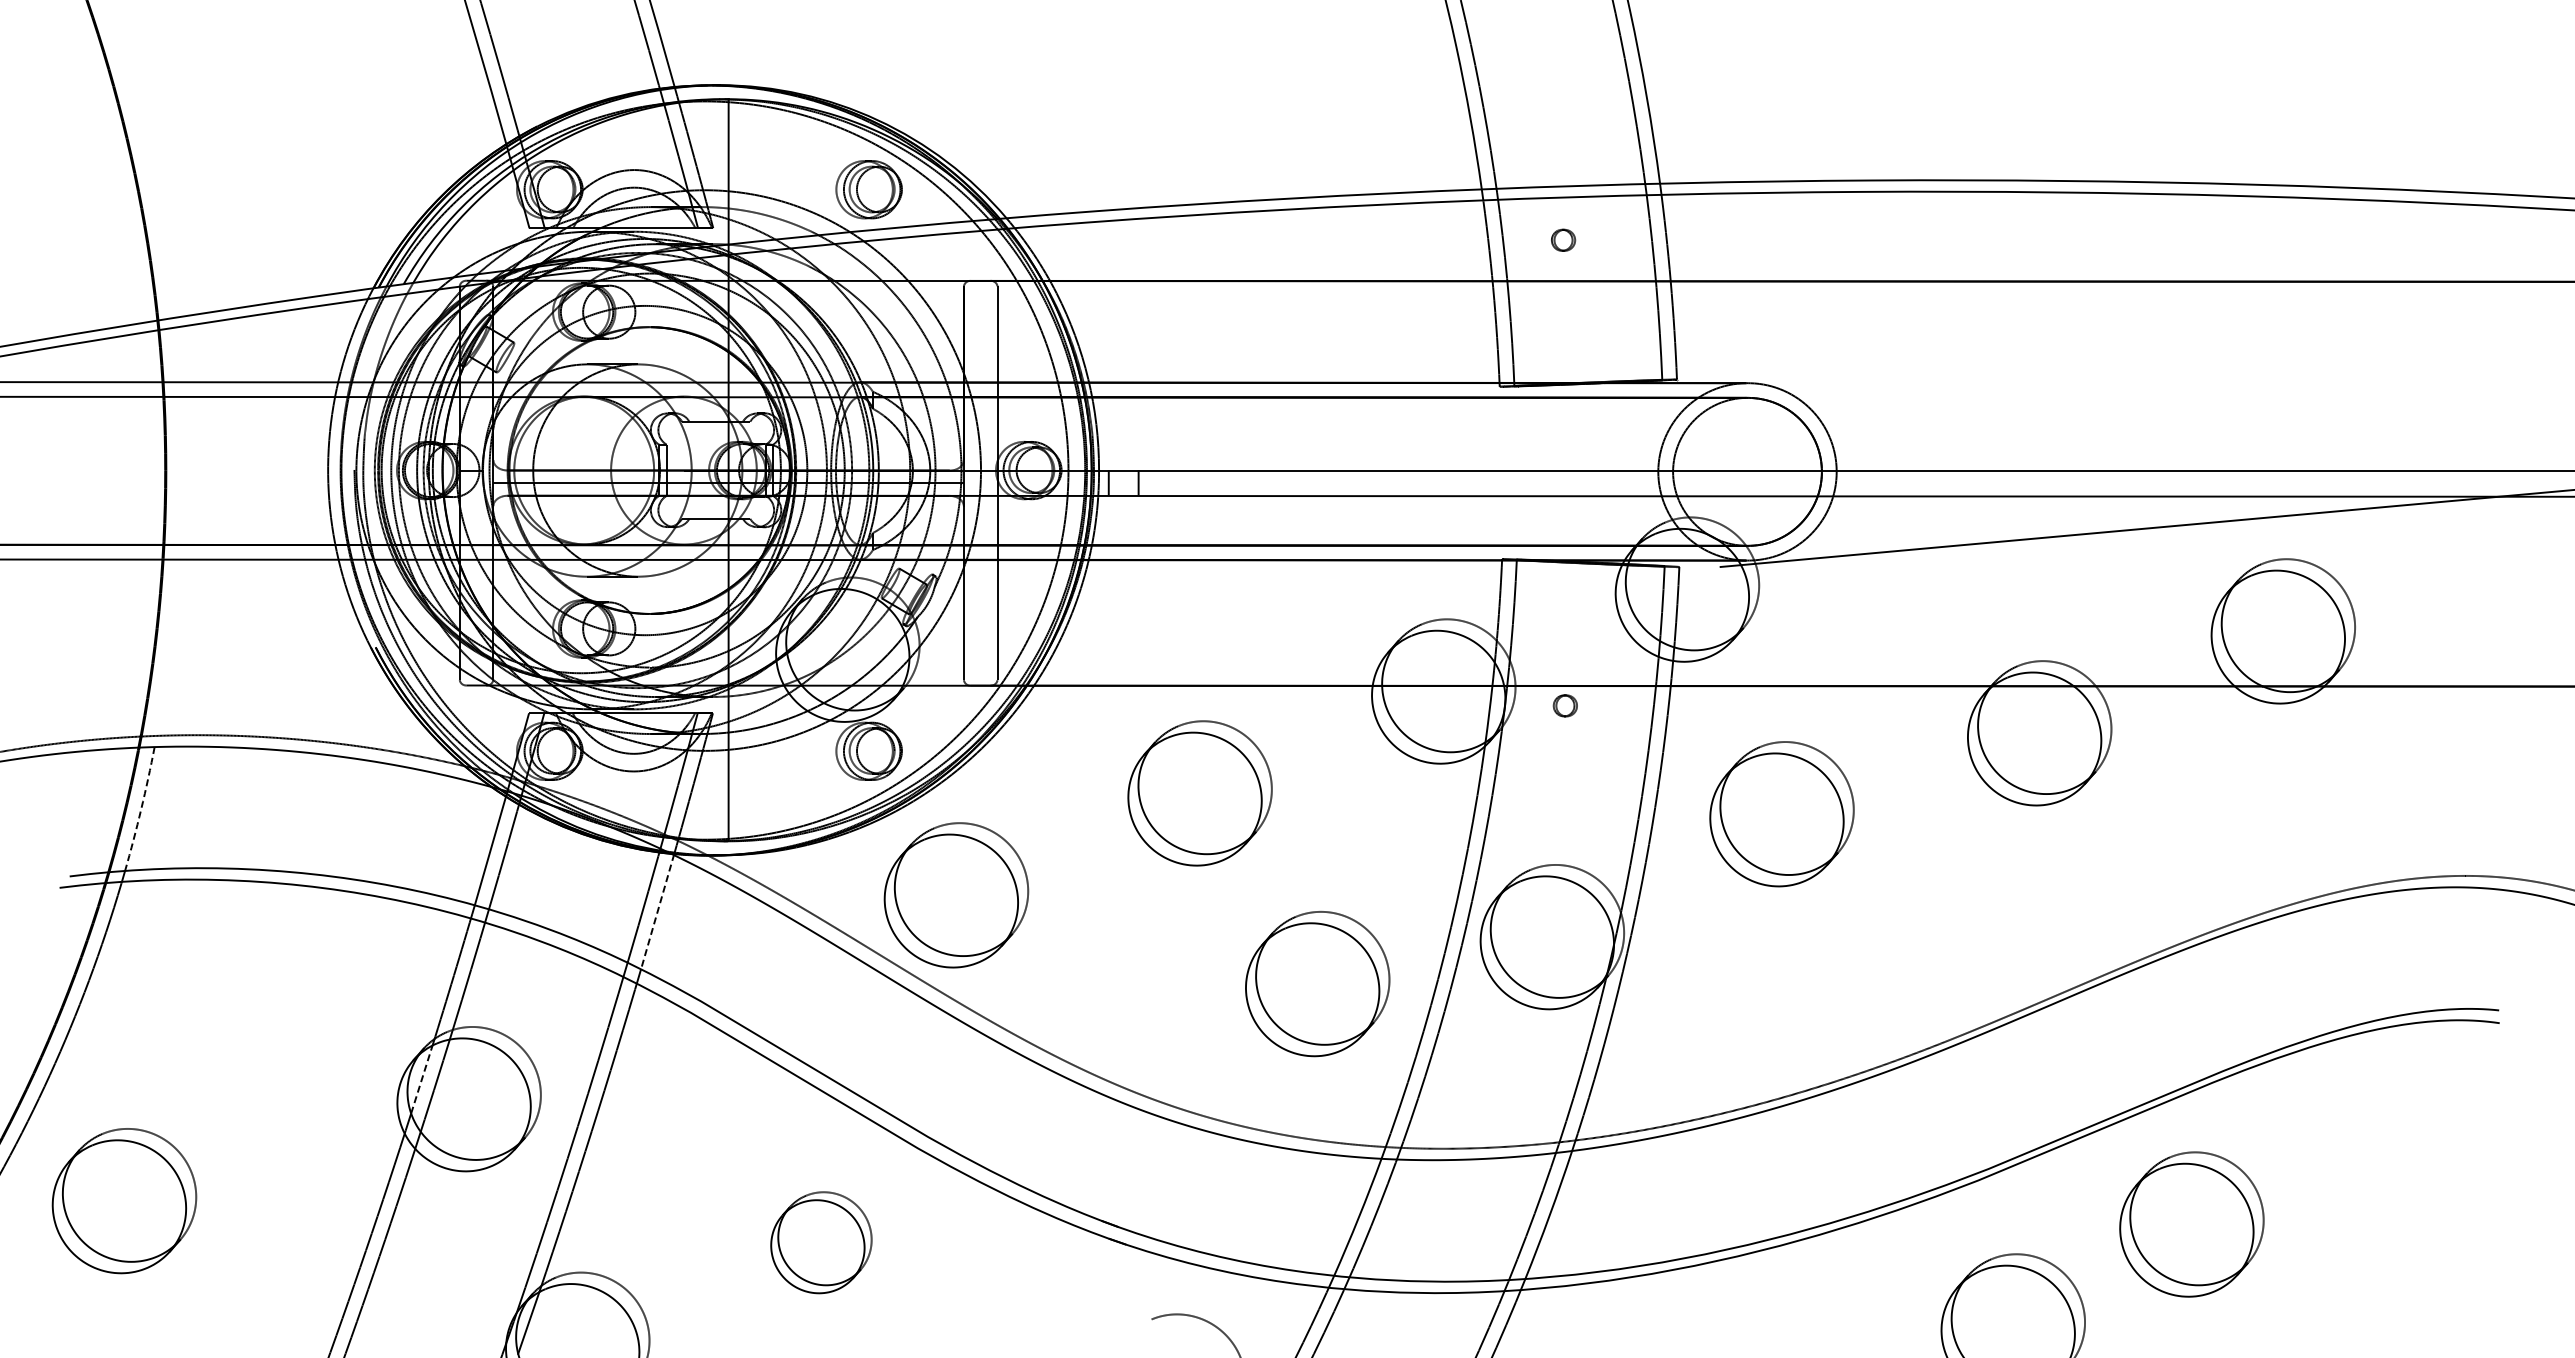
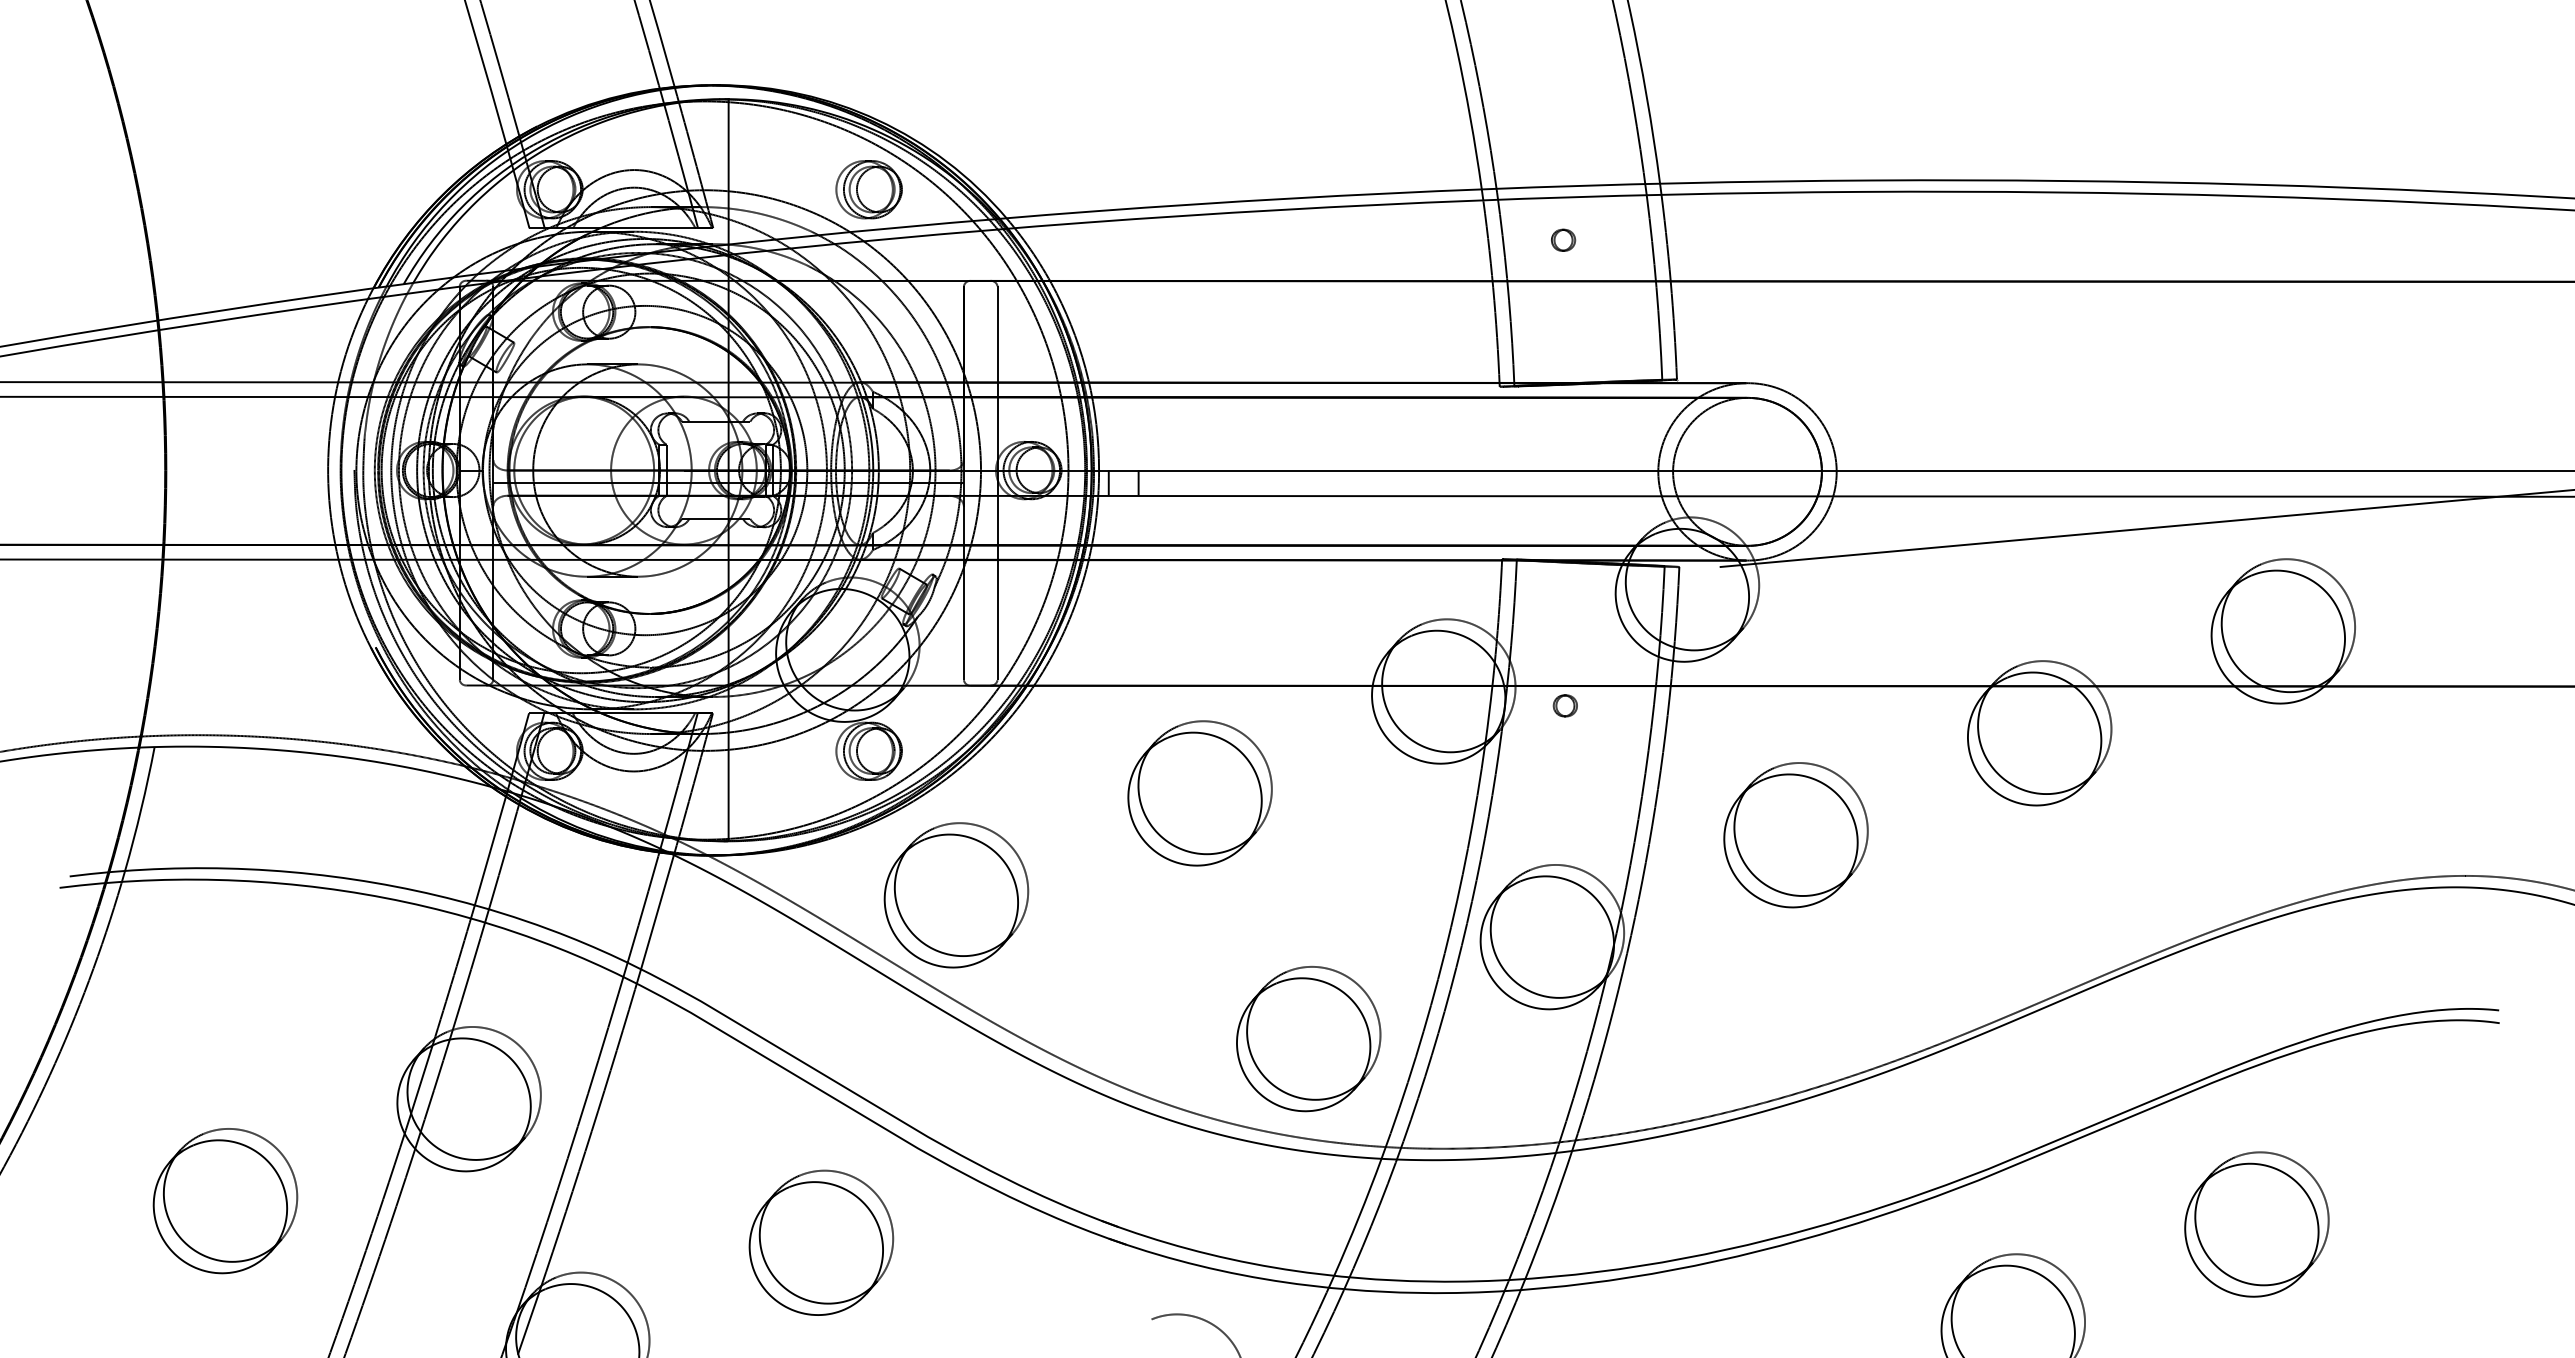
arc at (141, 809): dashed -> solid
part at (1781, 814) position: (1781, 814) -> (1795, 835)
line at (657, 911): dashed -> solid
part at (1317, 984) position: (1317, 984) -> (1308, 1039)
line at (421, 1079): dashed -> solid
part at (124, 1201) position: (124, 1201) -> (225, 1201)
part at (2191, 1224) position: (2191, 1224) -> (2256, 1224)
part at (821, 1242) size: 103x104 px -> 147x147 px
